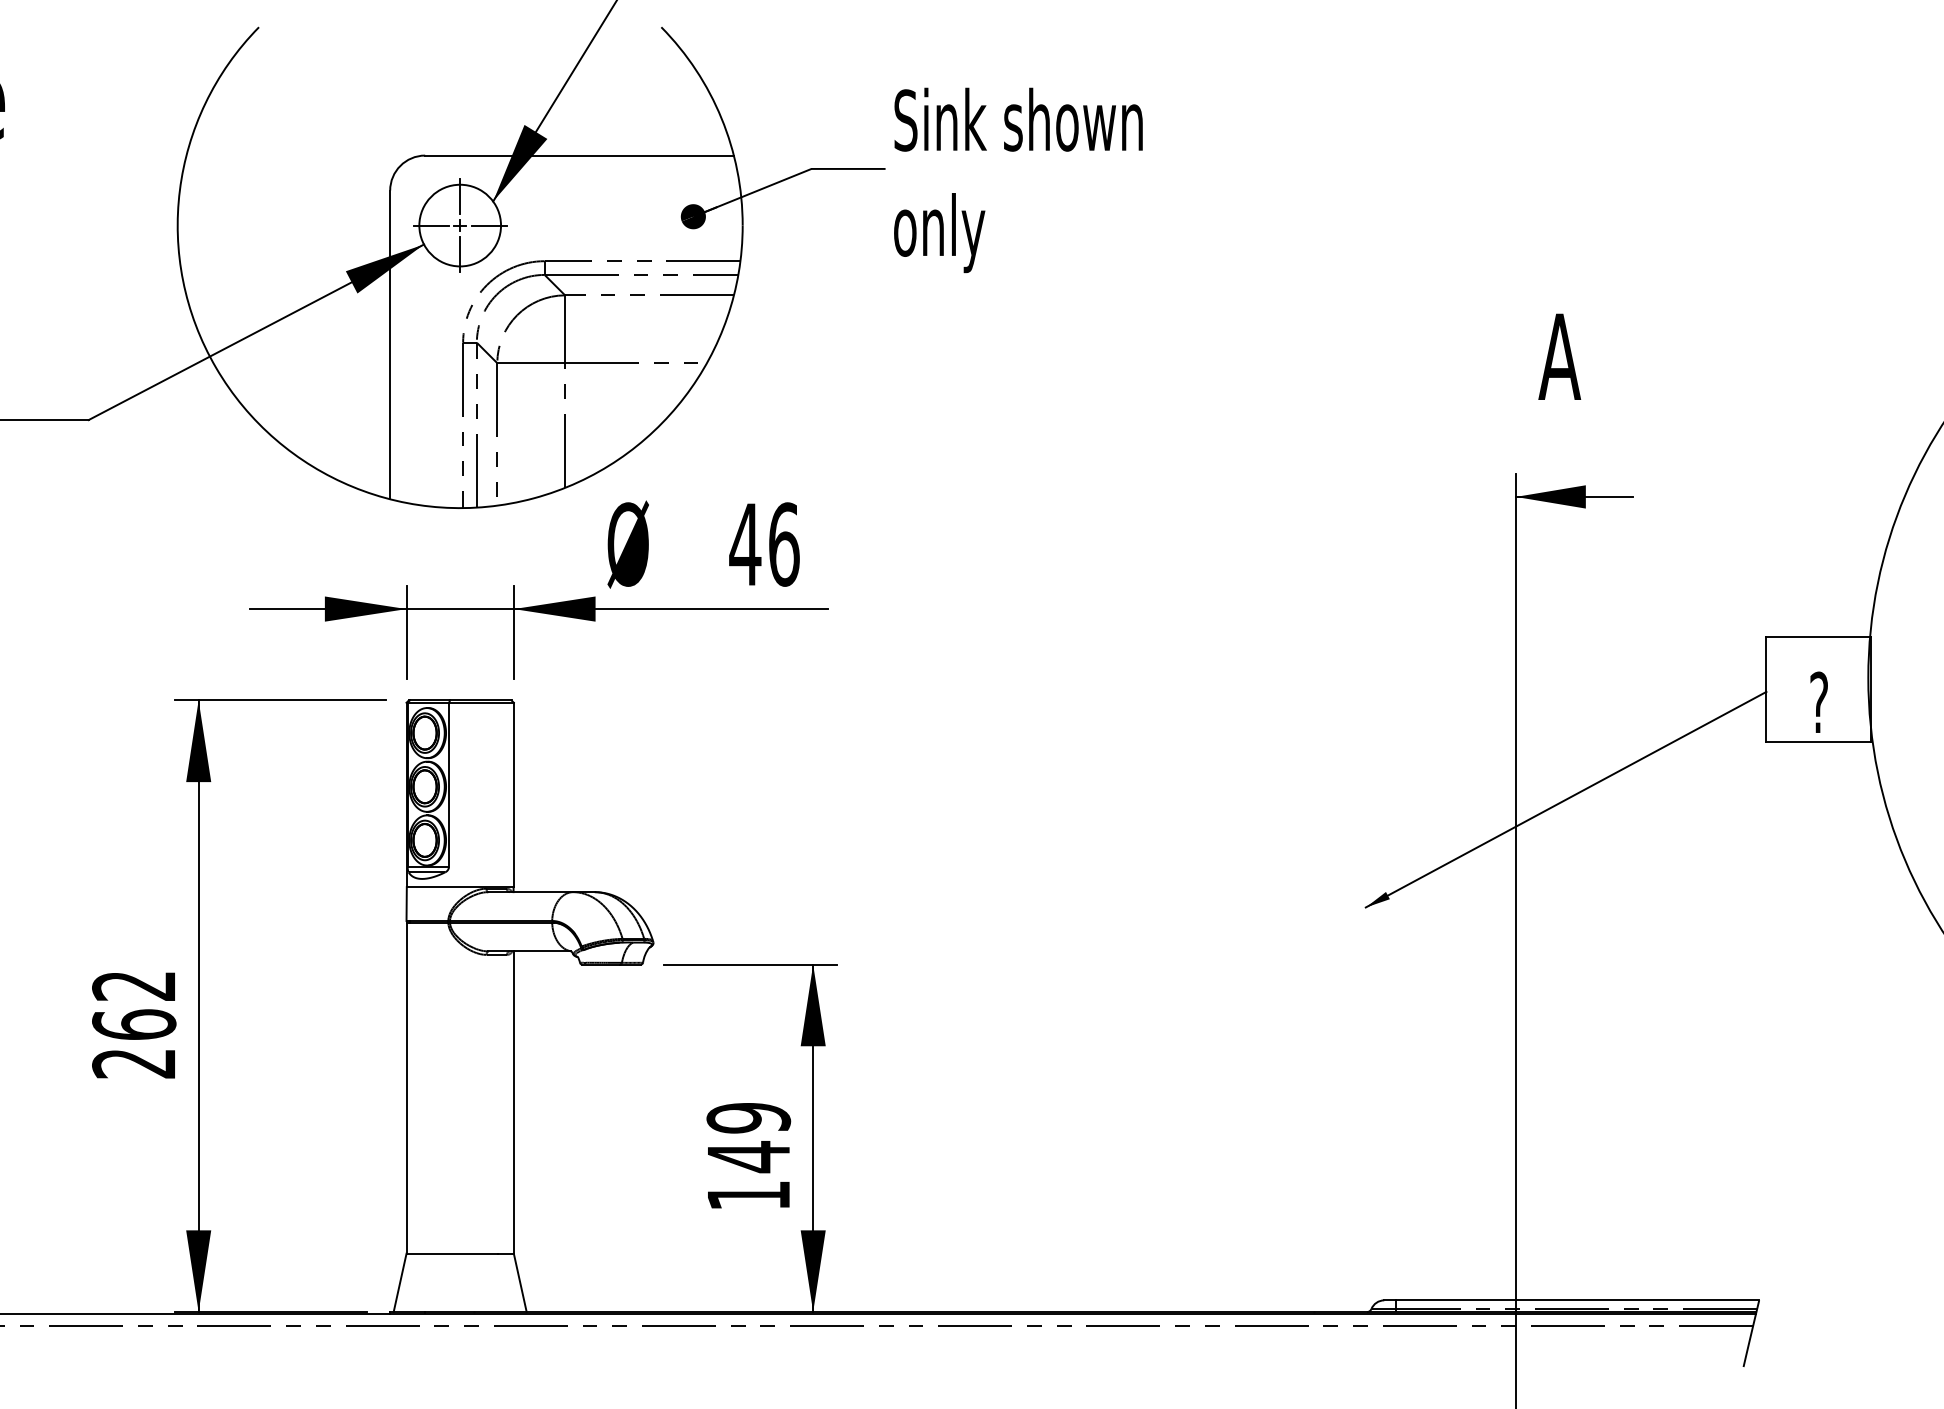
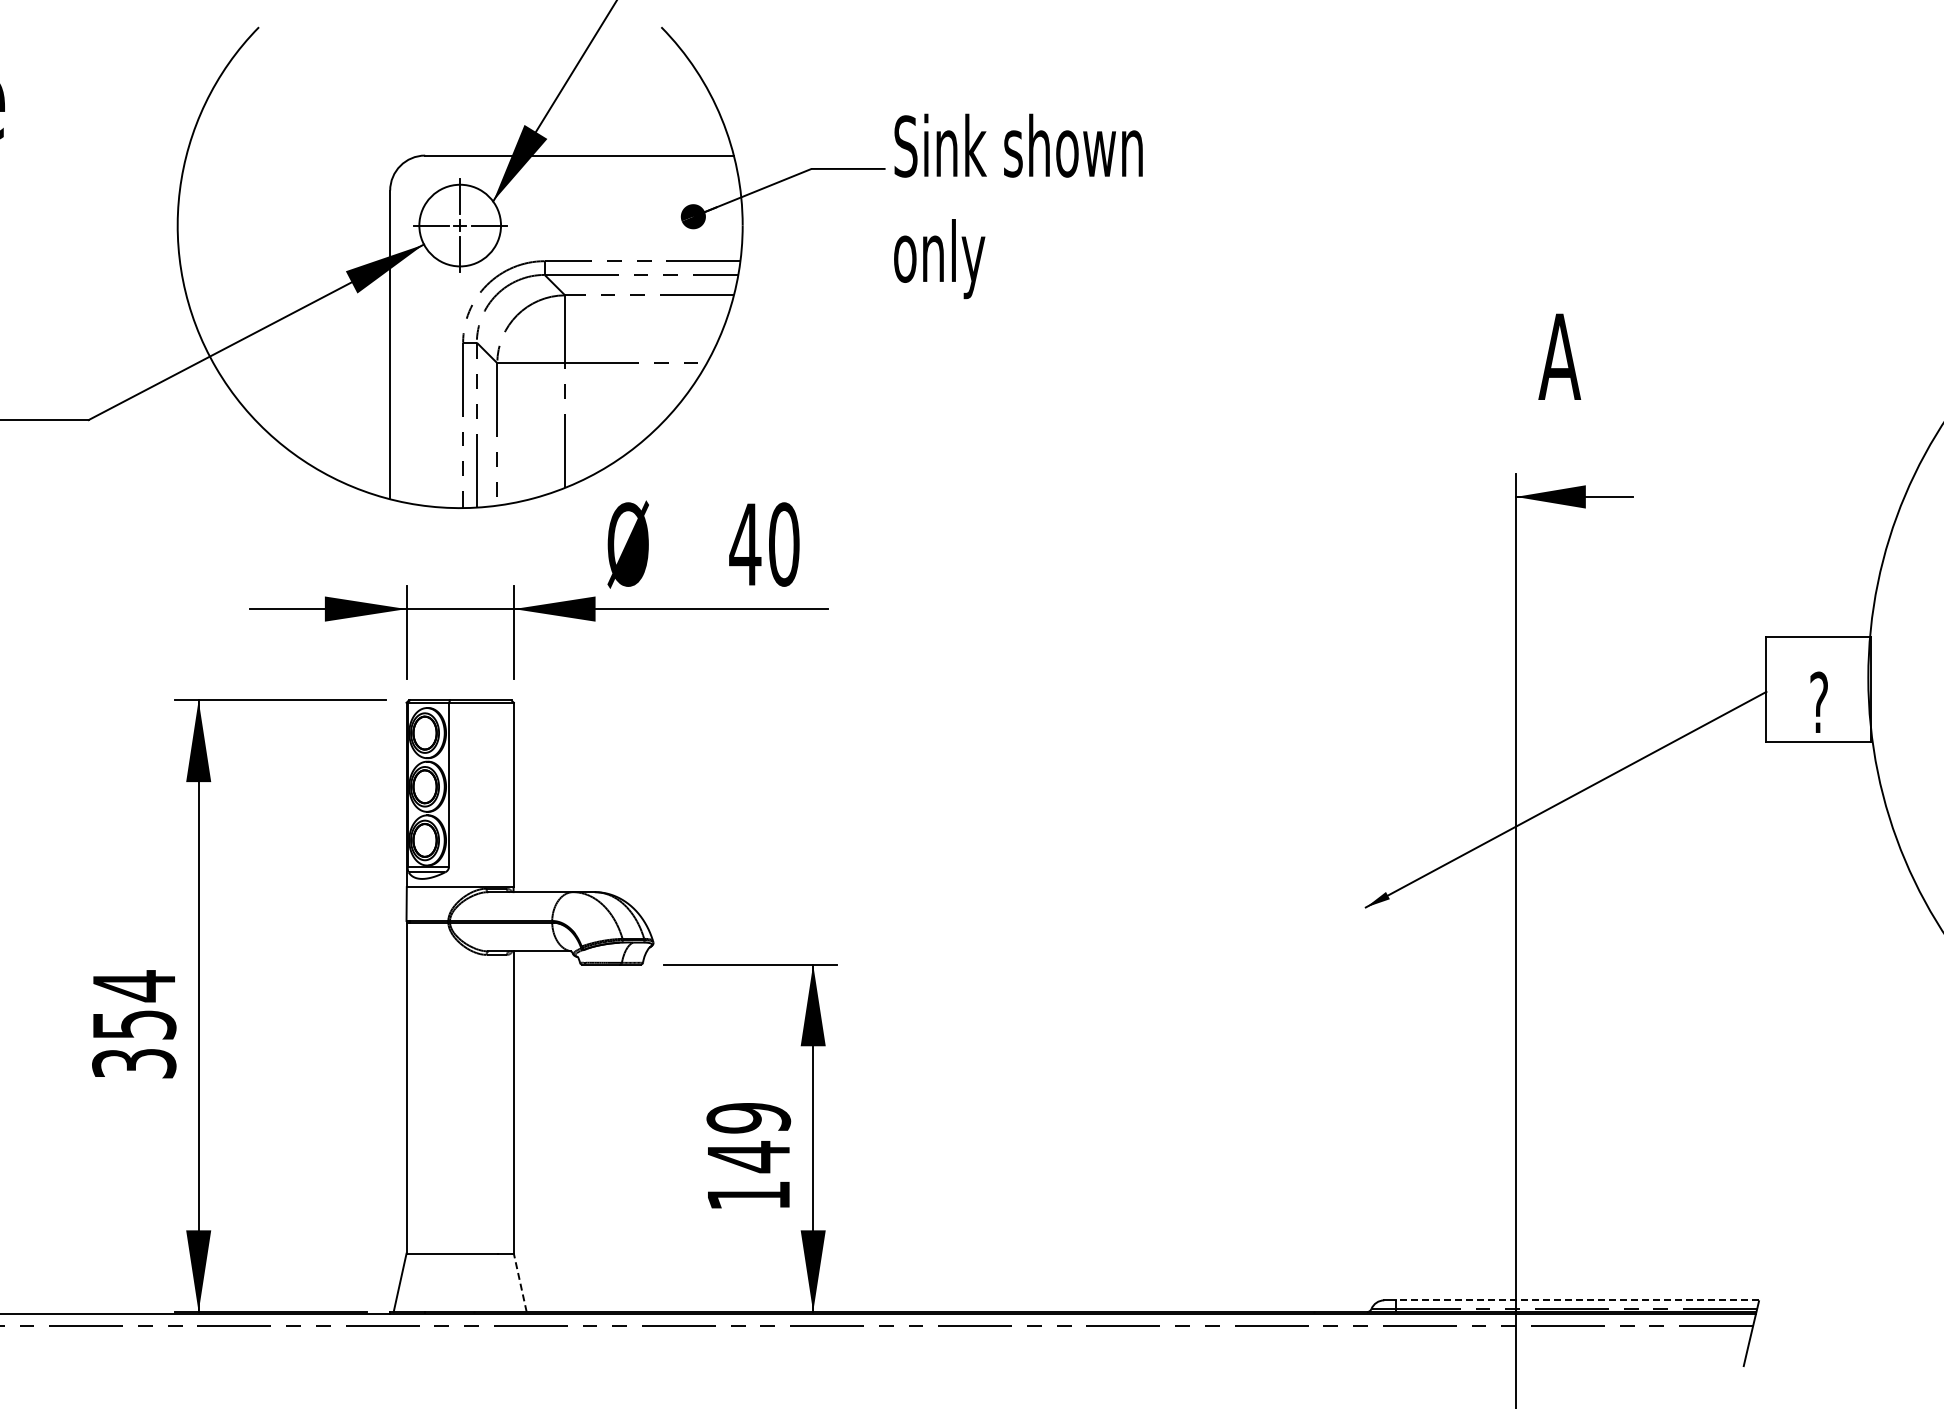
text at (1018, 180) position: (1018, 180) -> (1018, 206)
text at (784, 544): 46 -> 40
text at (134, 1024): 262 -> 354
line at (520, 1282): solid -> dashed
line at (1577, 1300): solid -> dashed
